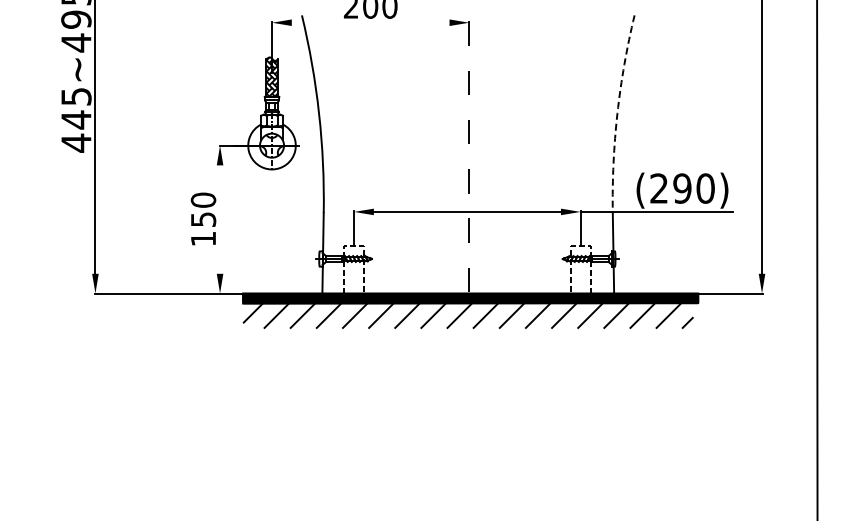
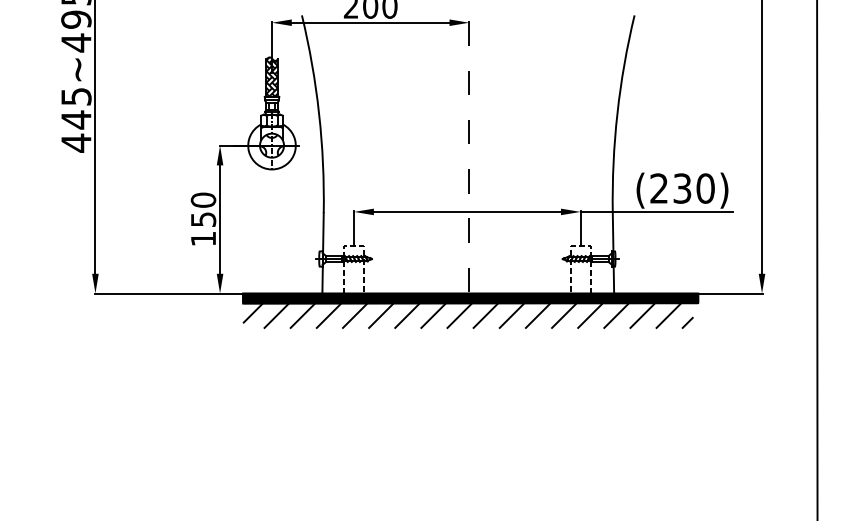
line at (370, 22): none -> present
arc at (617, 113): dashed -> solid
text at (682, 188): (290) -> (230)
line at (220, 219): none -> present
